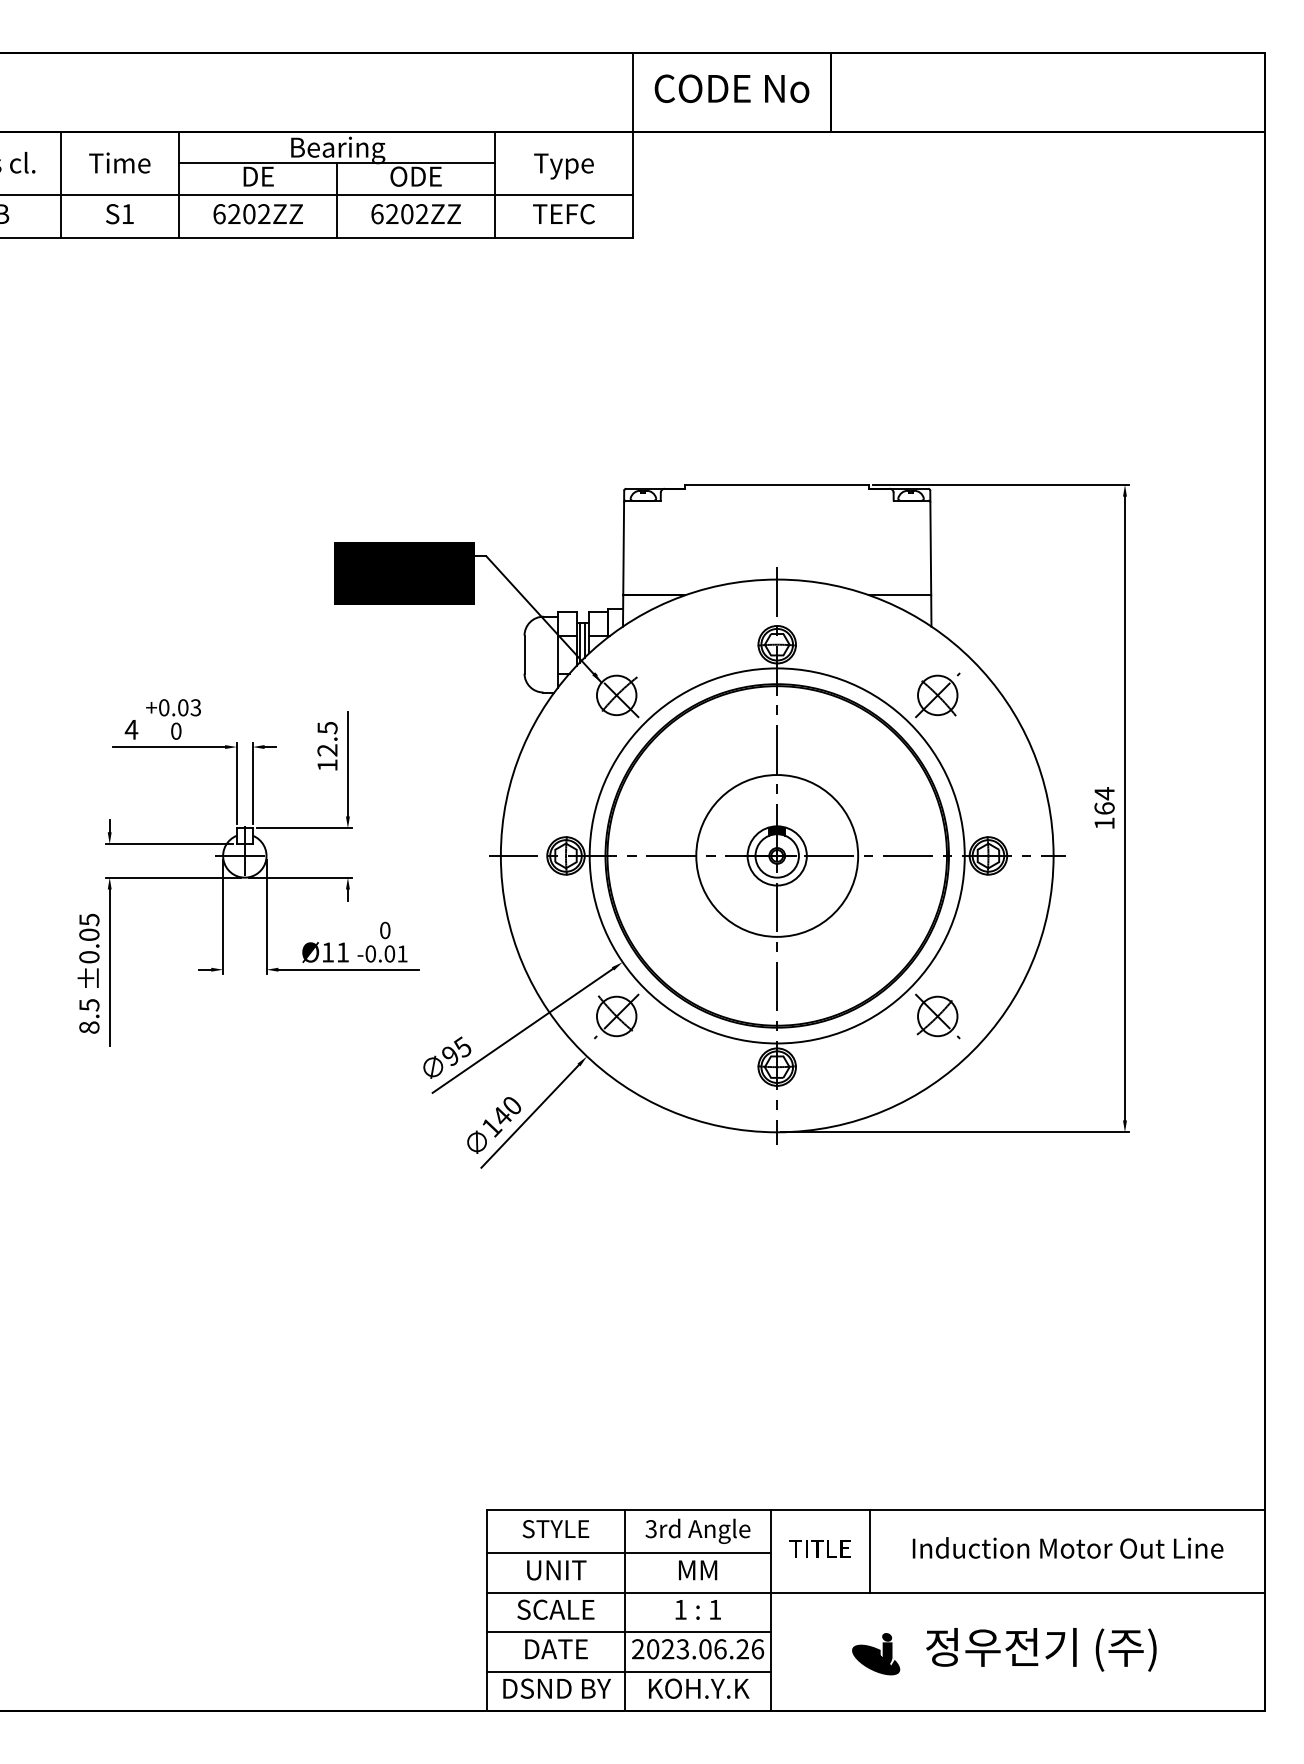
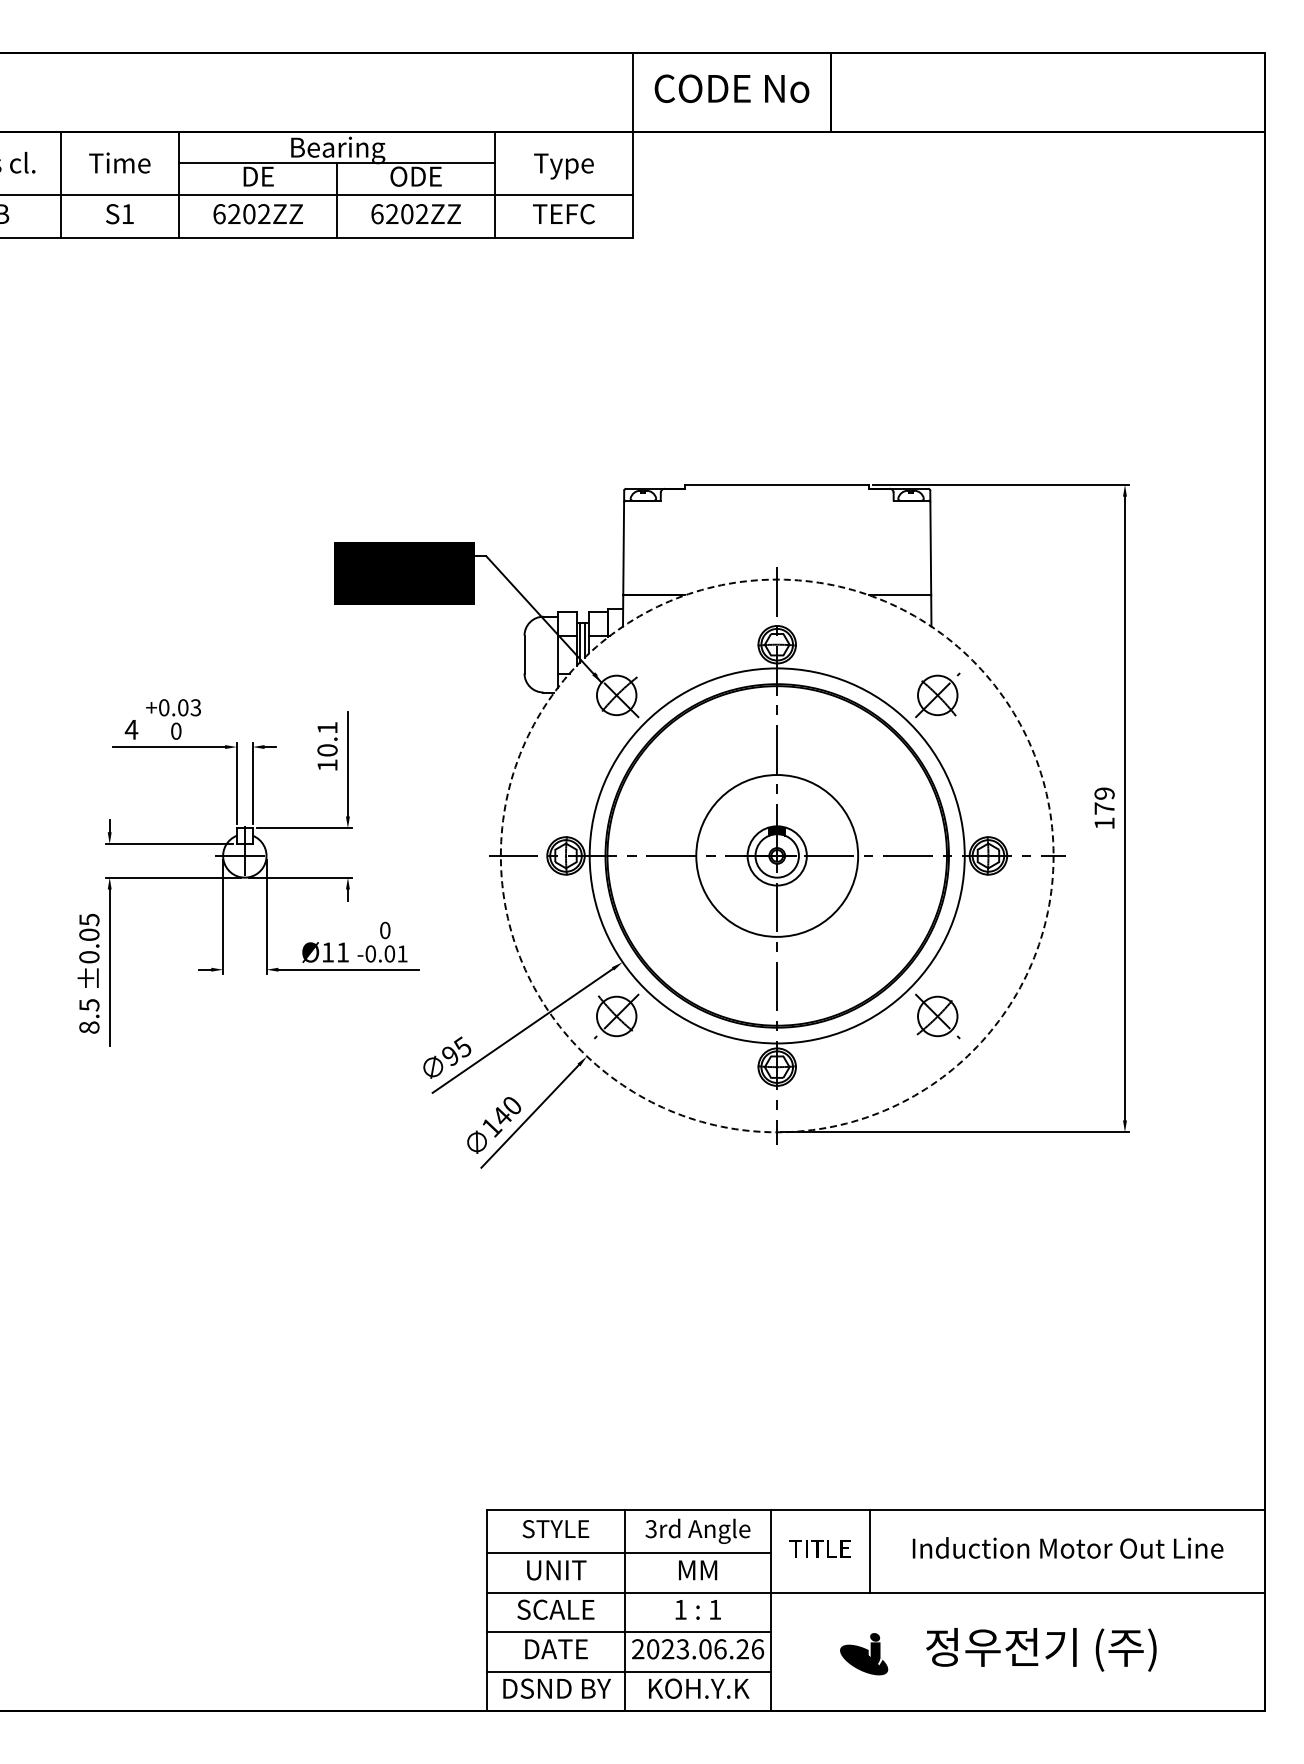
text at (327, 739): 12.5 -> 10.1
text at (1104, 800): 164 -> 179
circle at (776, 855): solid -> dashed
part at (876, 1654) position: (876, 1654) -> (864, 1654)
